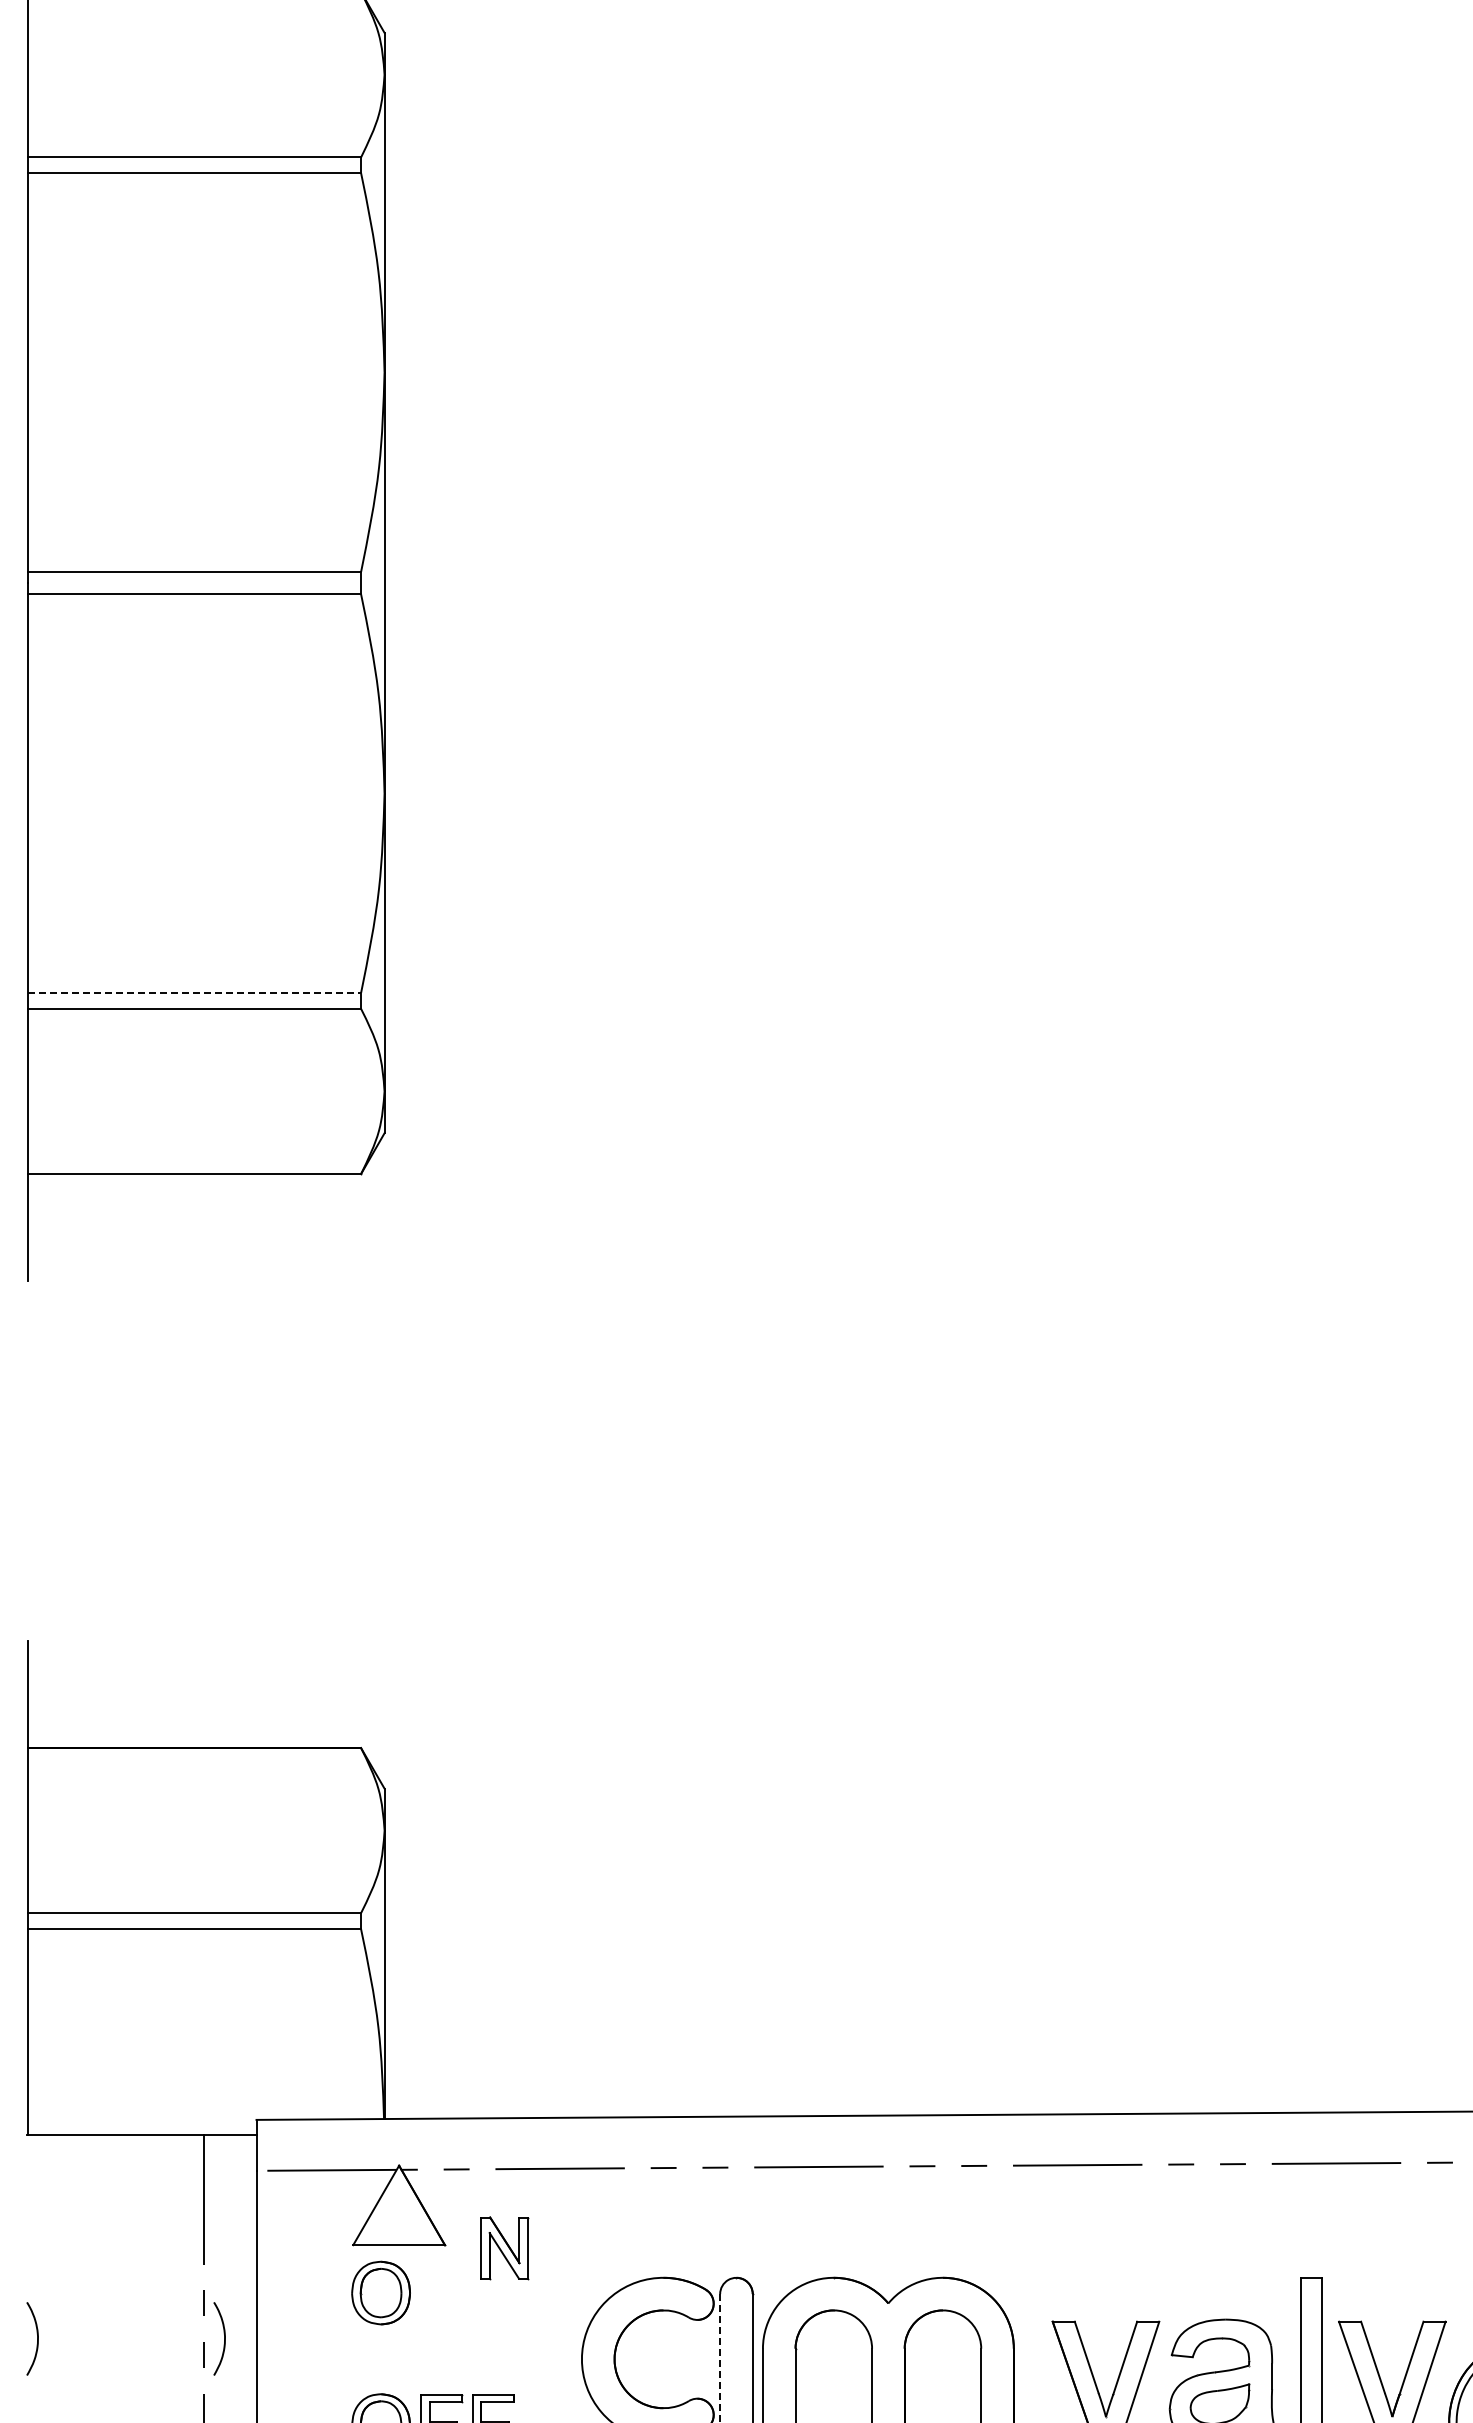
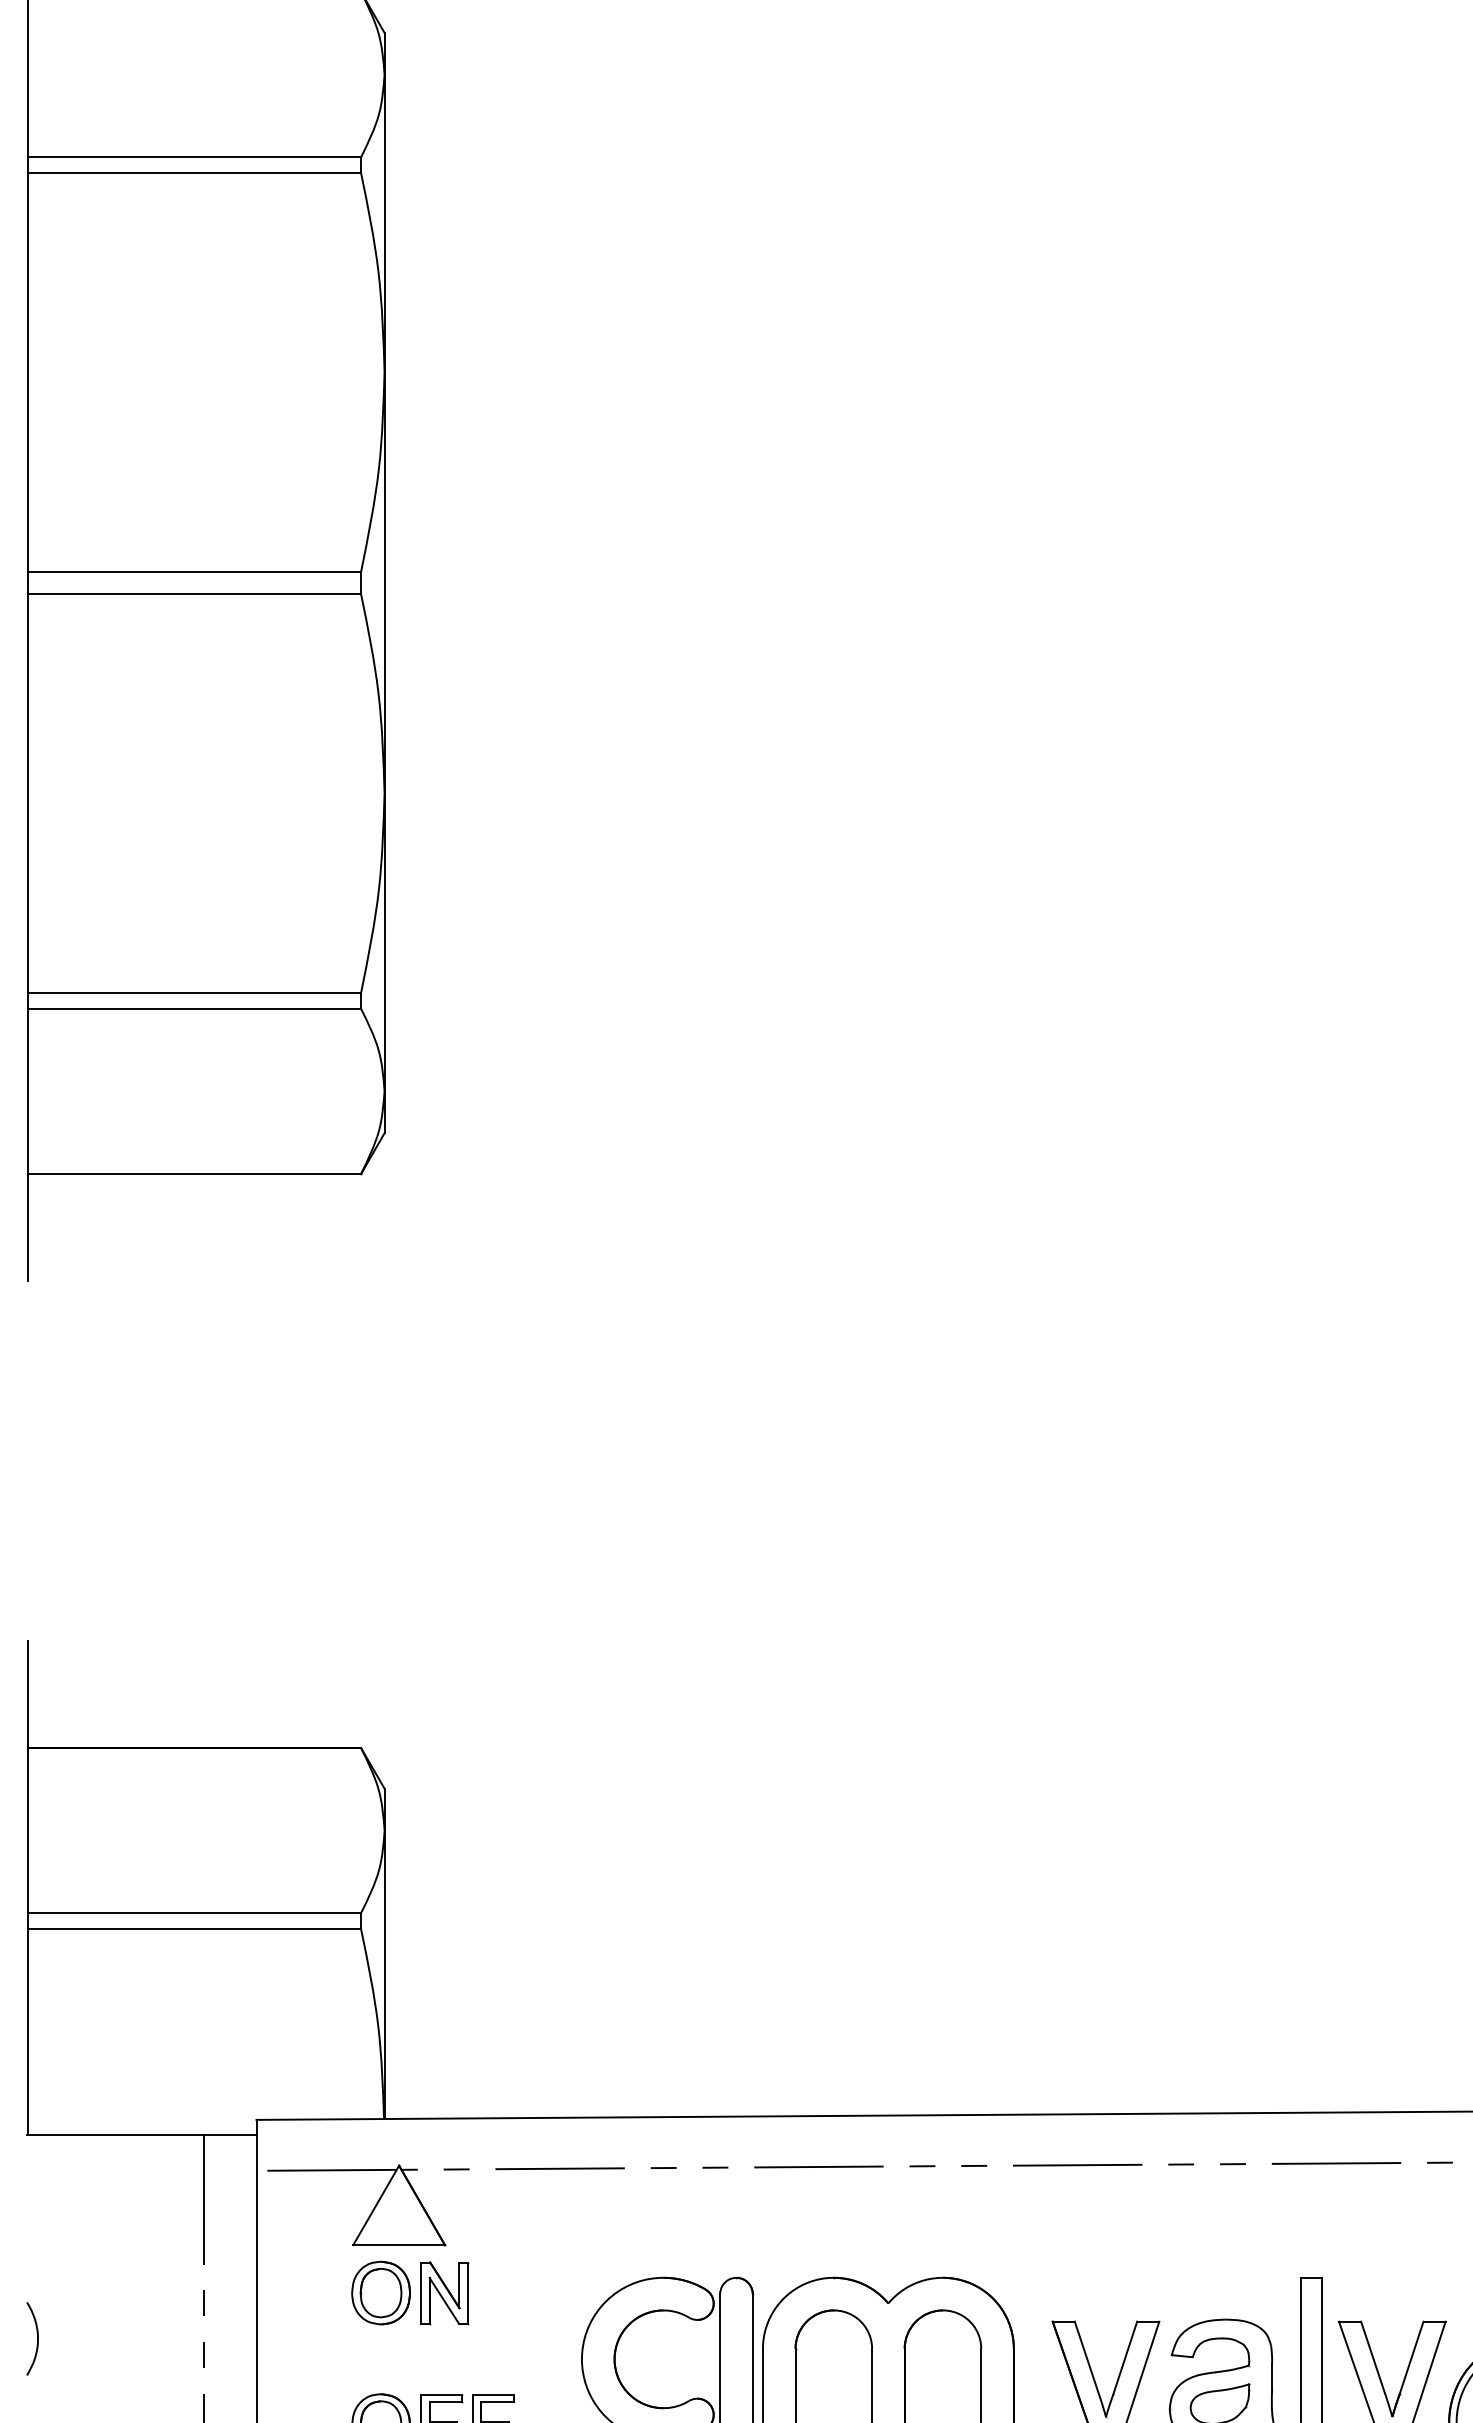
line at (194, 992): dashed -> solid
part at (504, 2248) position: (504, 2248) -> (444, 2293)
curve at (224, 2338): present -> none
line at (720, 2358): dashed -> solid
